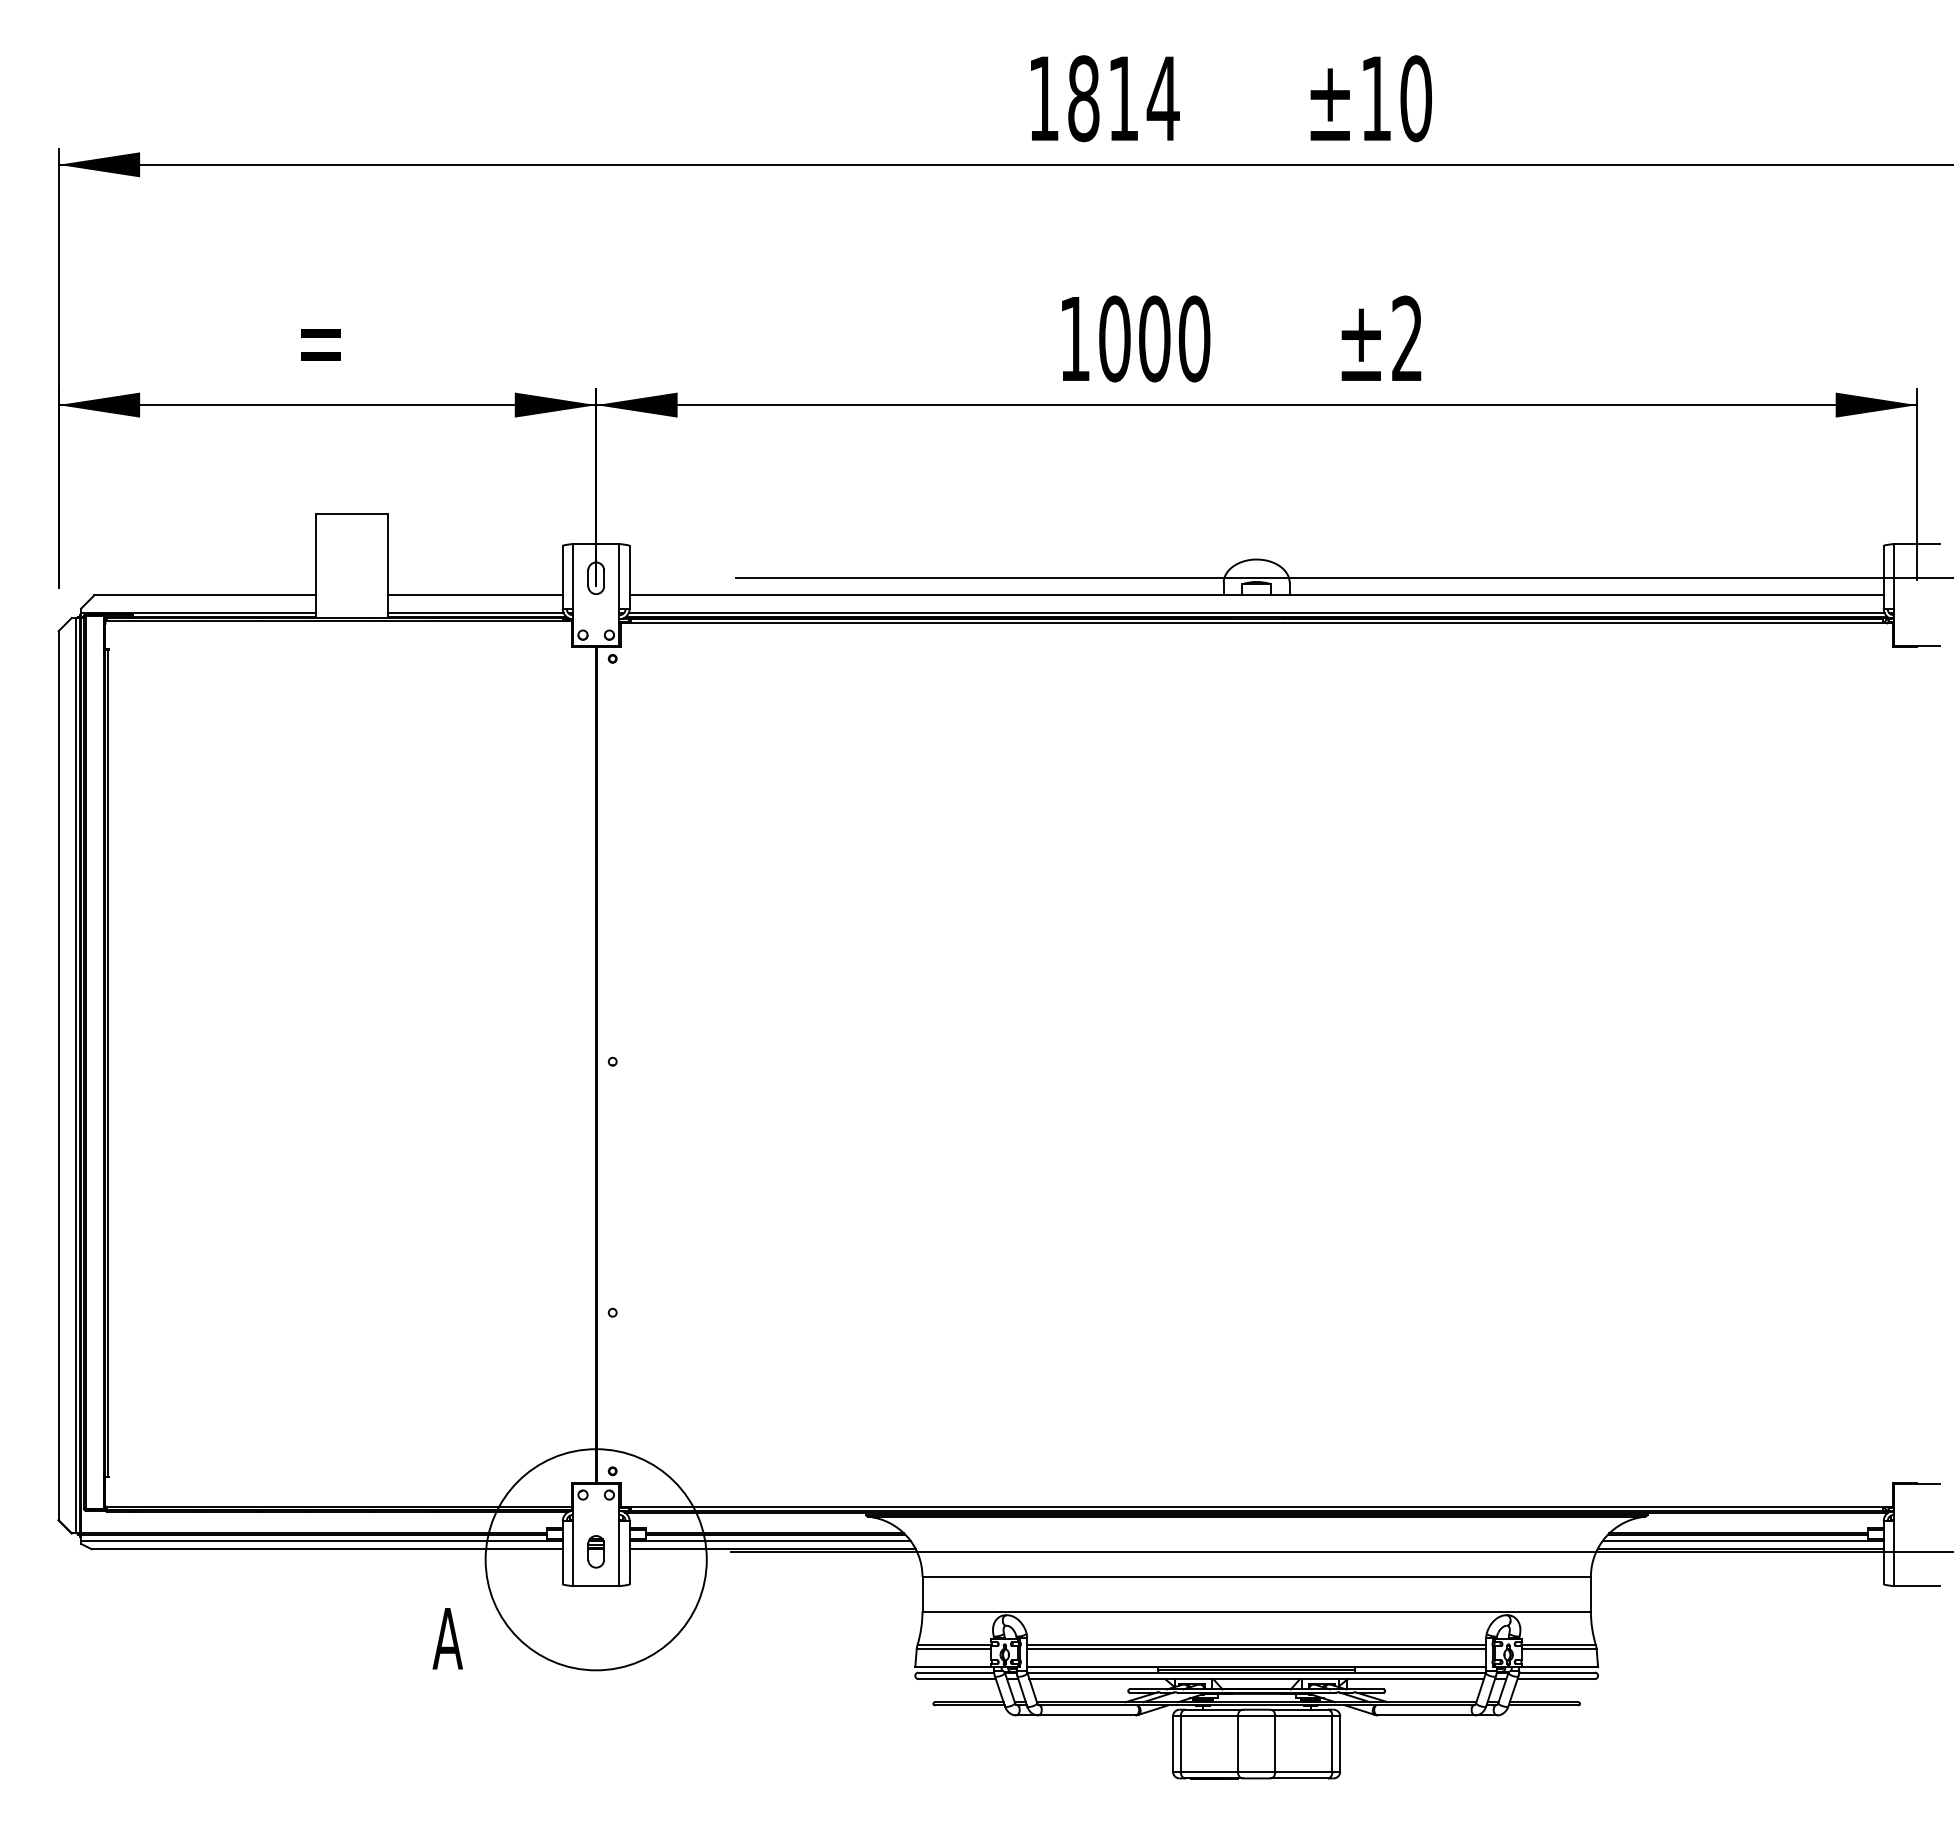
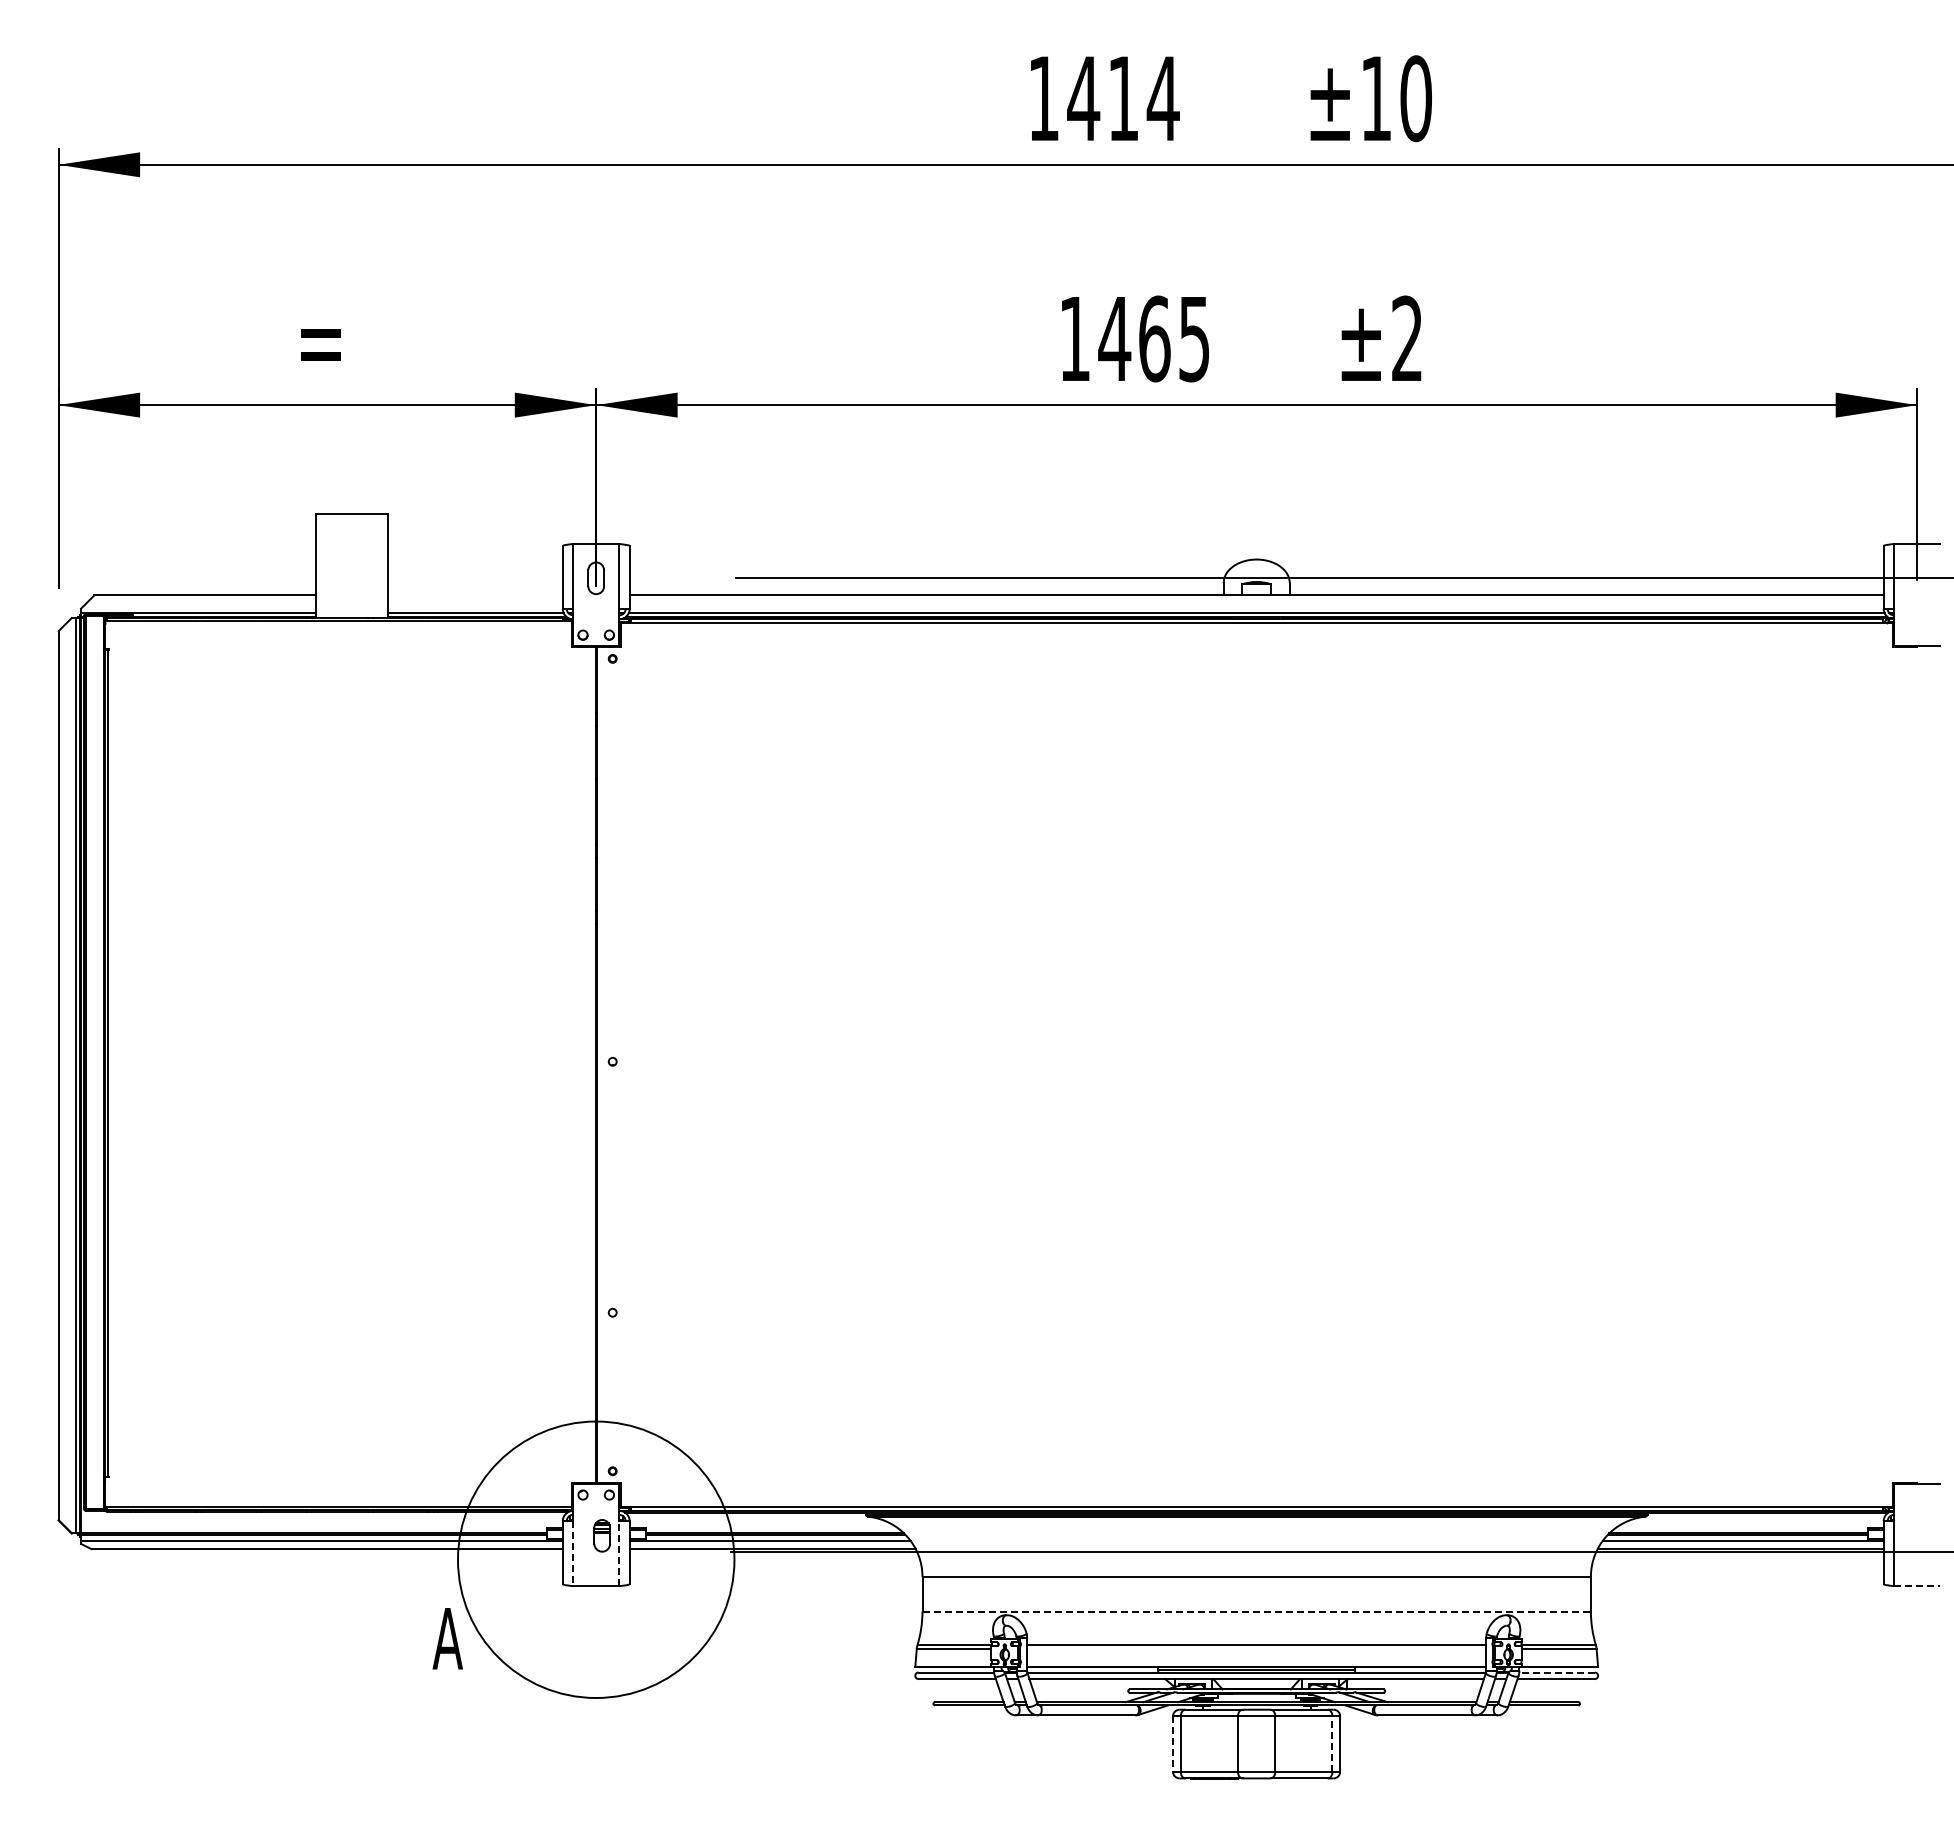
text at (1083, 98): 1814 -> 1414
text at (1154, 338): 1000 -> 1465
line at (474, 595): present -> none
part at (595, 1551) position: (595, 1551) -> (601, 1535)
line at (619, 1553): solid -> dashed
line at (573, 1554): solid -> dashed
circle at (595, 1559) diameter: 221 px -> 276 px
line at (1917, 1586): solid -> dashed
line at (1257, 1611): solid -> dashed
line at (1256, 1649): present -> none
line at (1557, 1672): solid -> dashed
line at (1173, 1744): solid -> dashed
line at (1332, 1744): solid -> dashed
